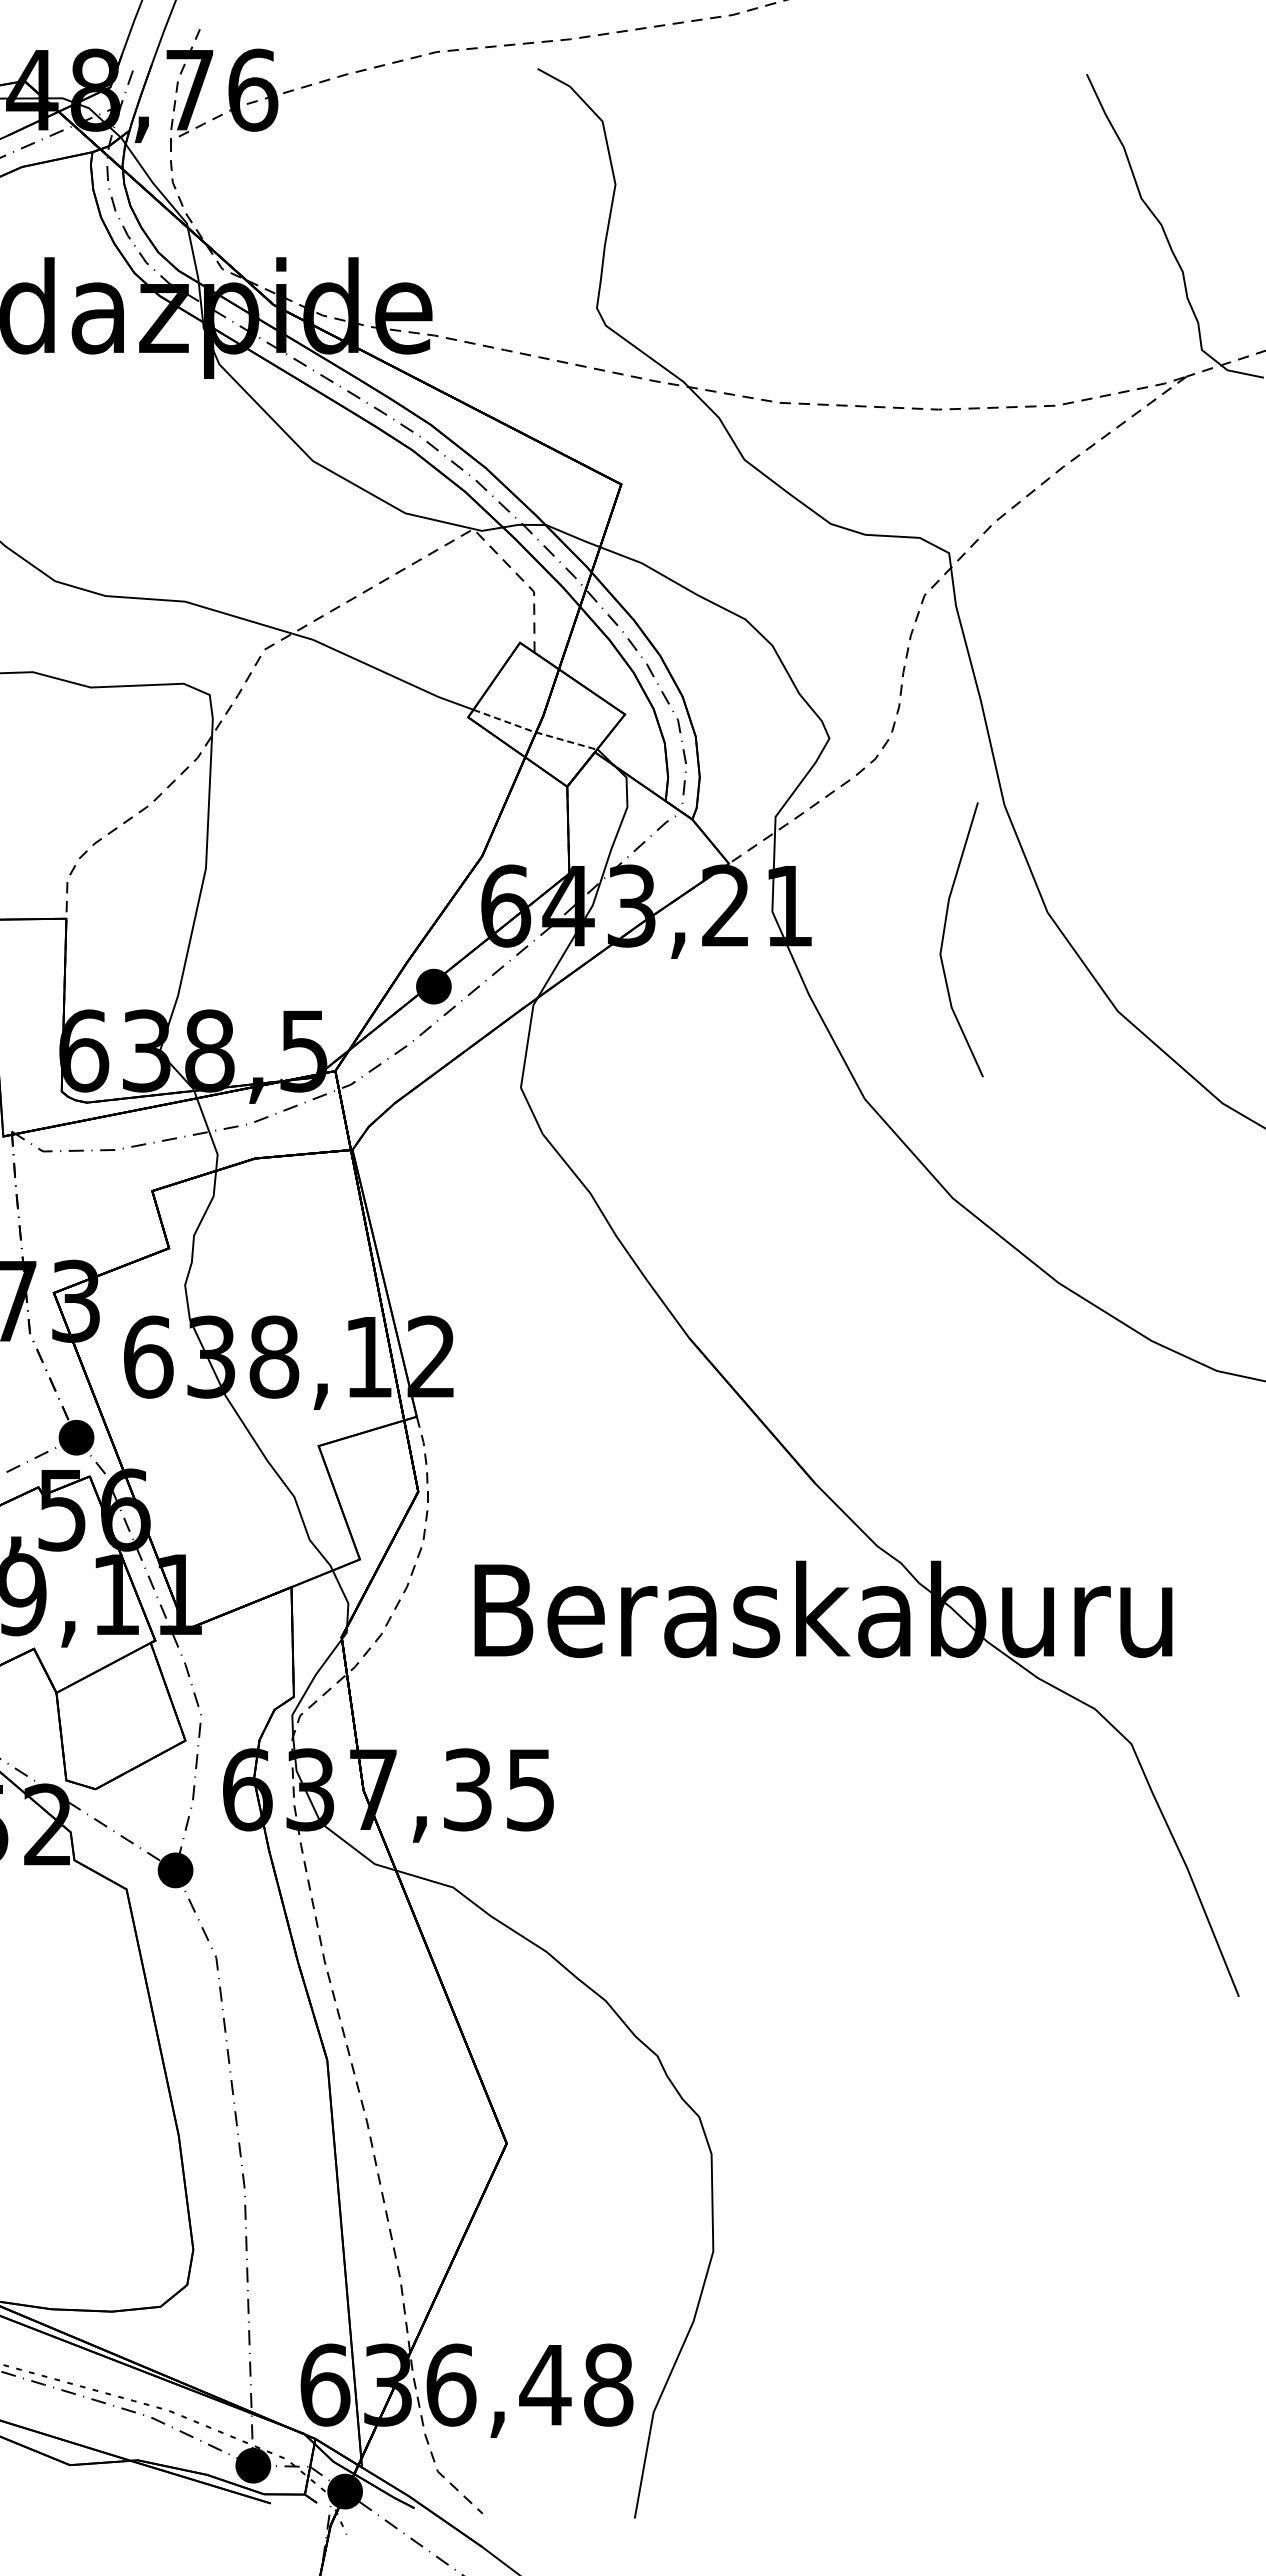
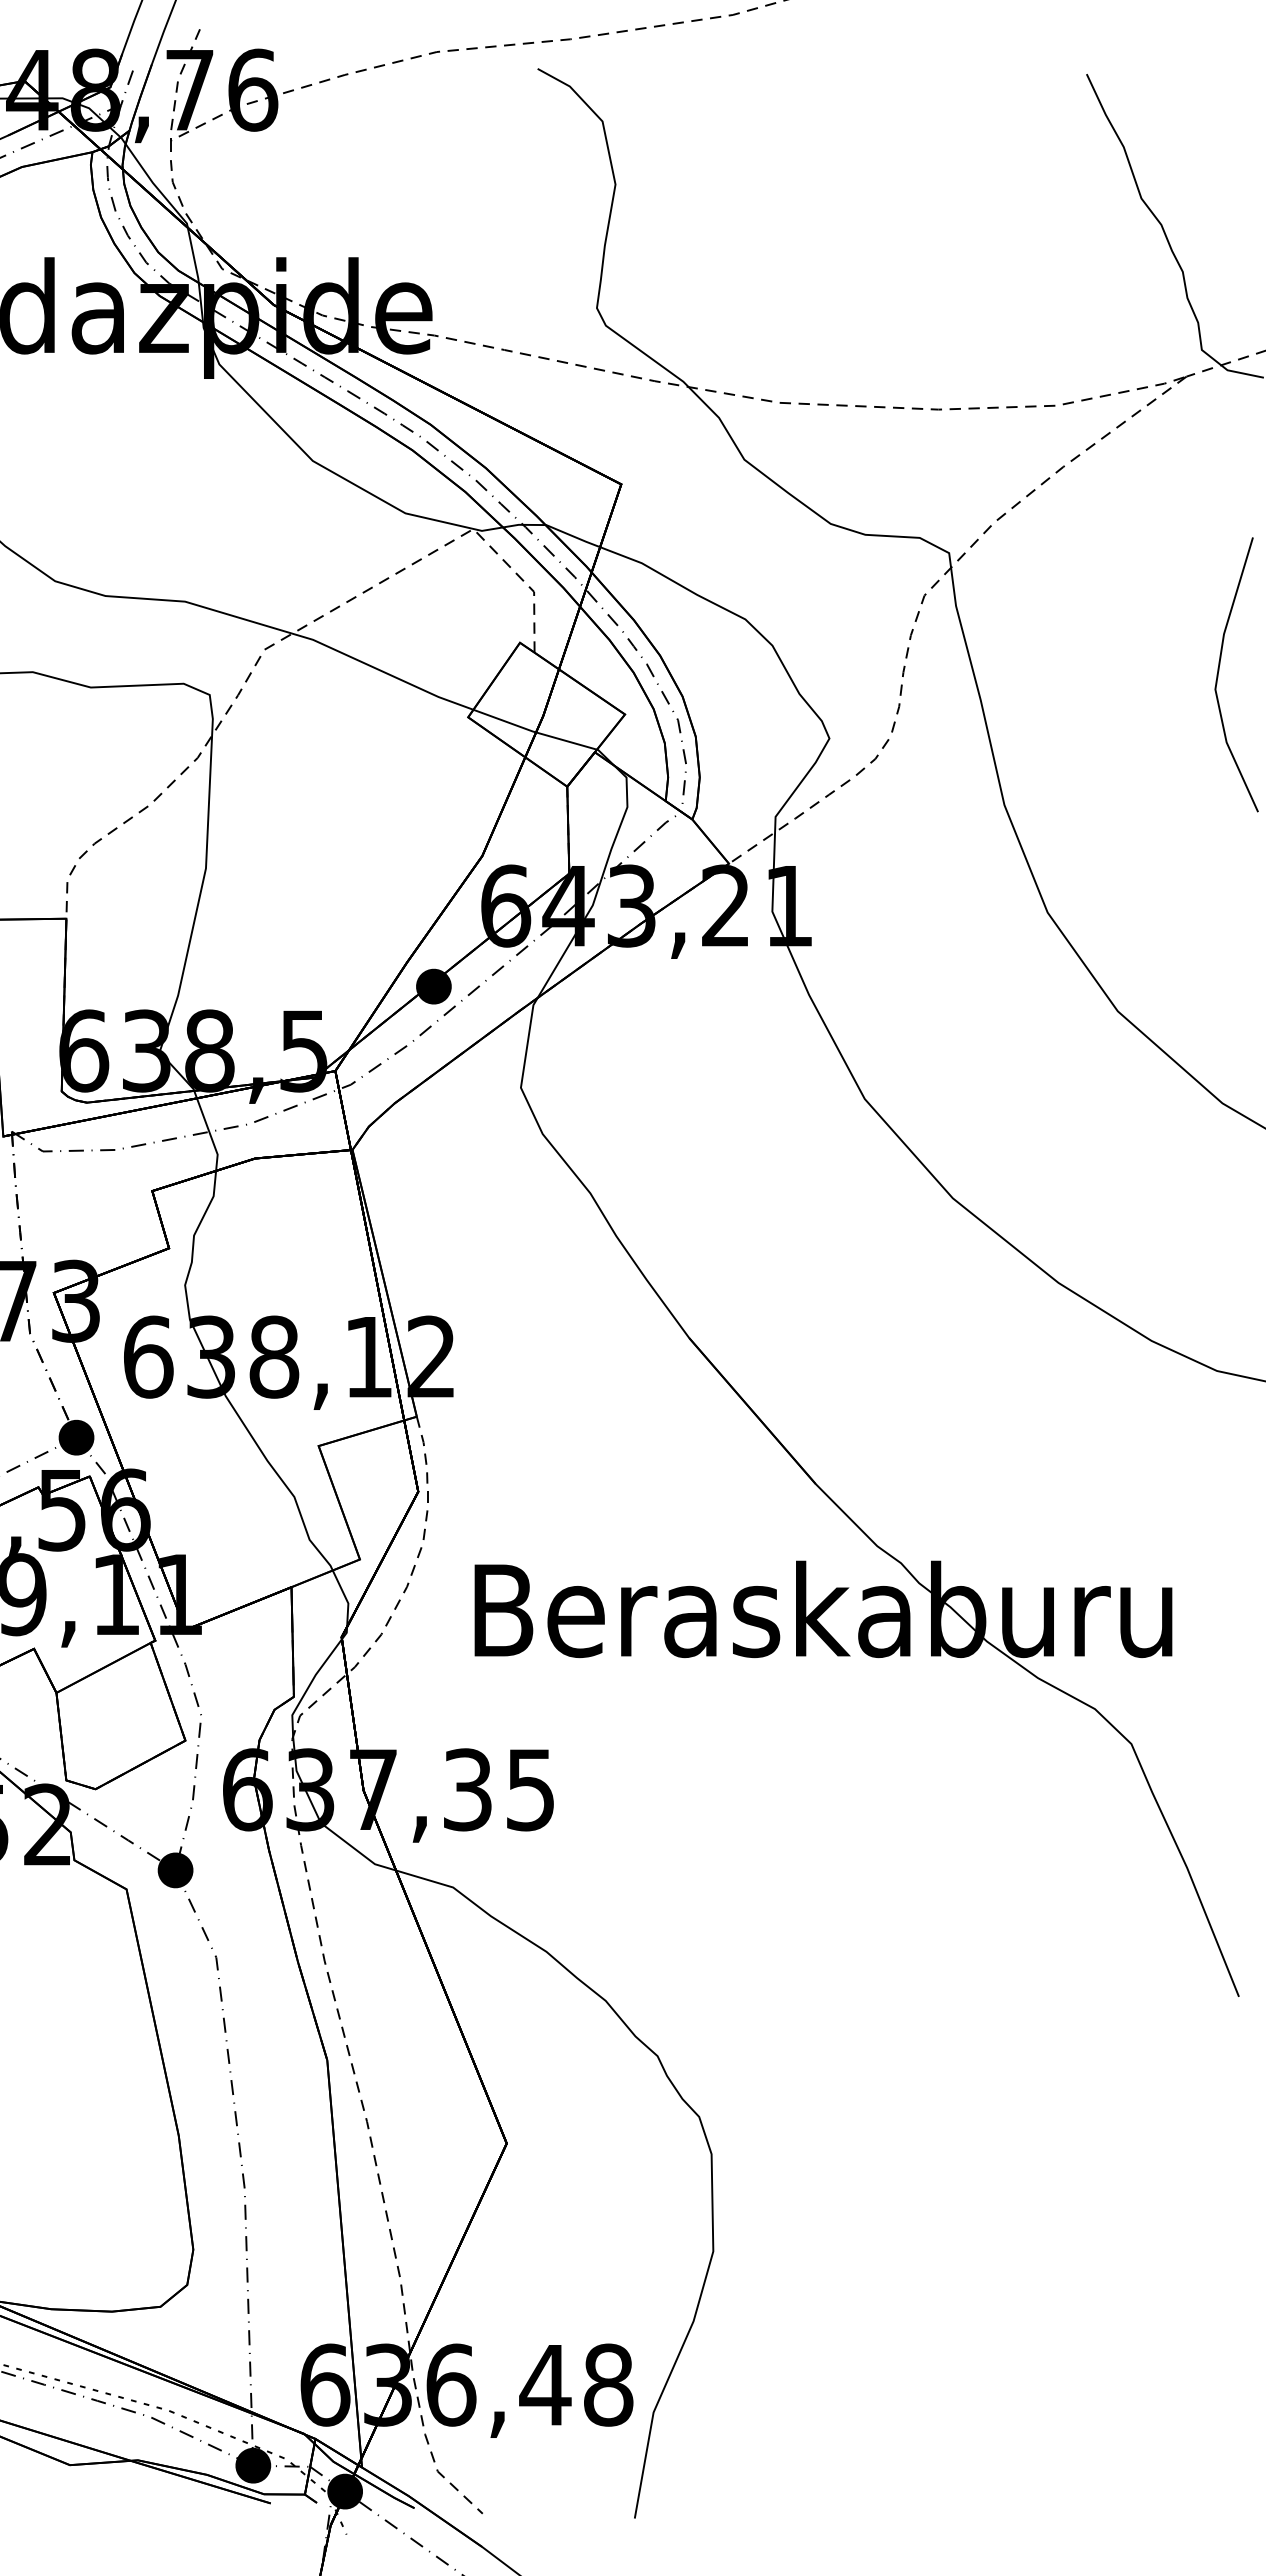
line at (533, 731): dashed -> solid
line at (944, 936) position: (944, 936) -> (1219, 671)
